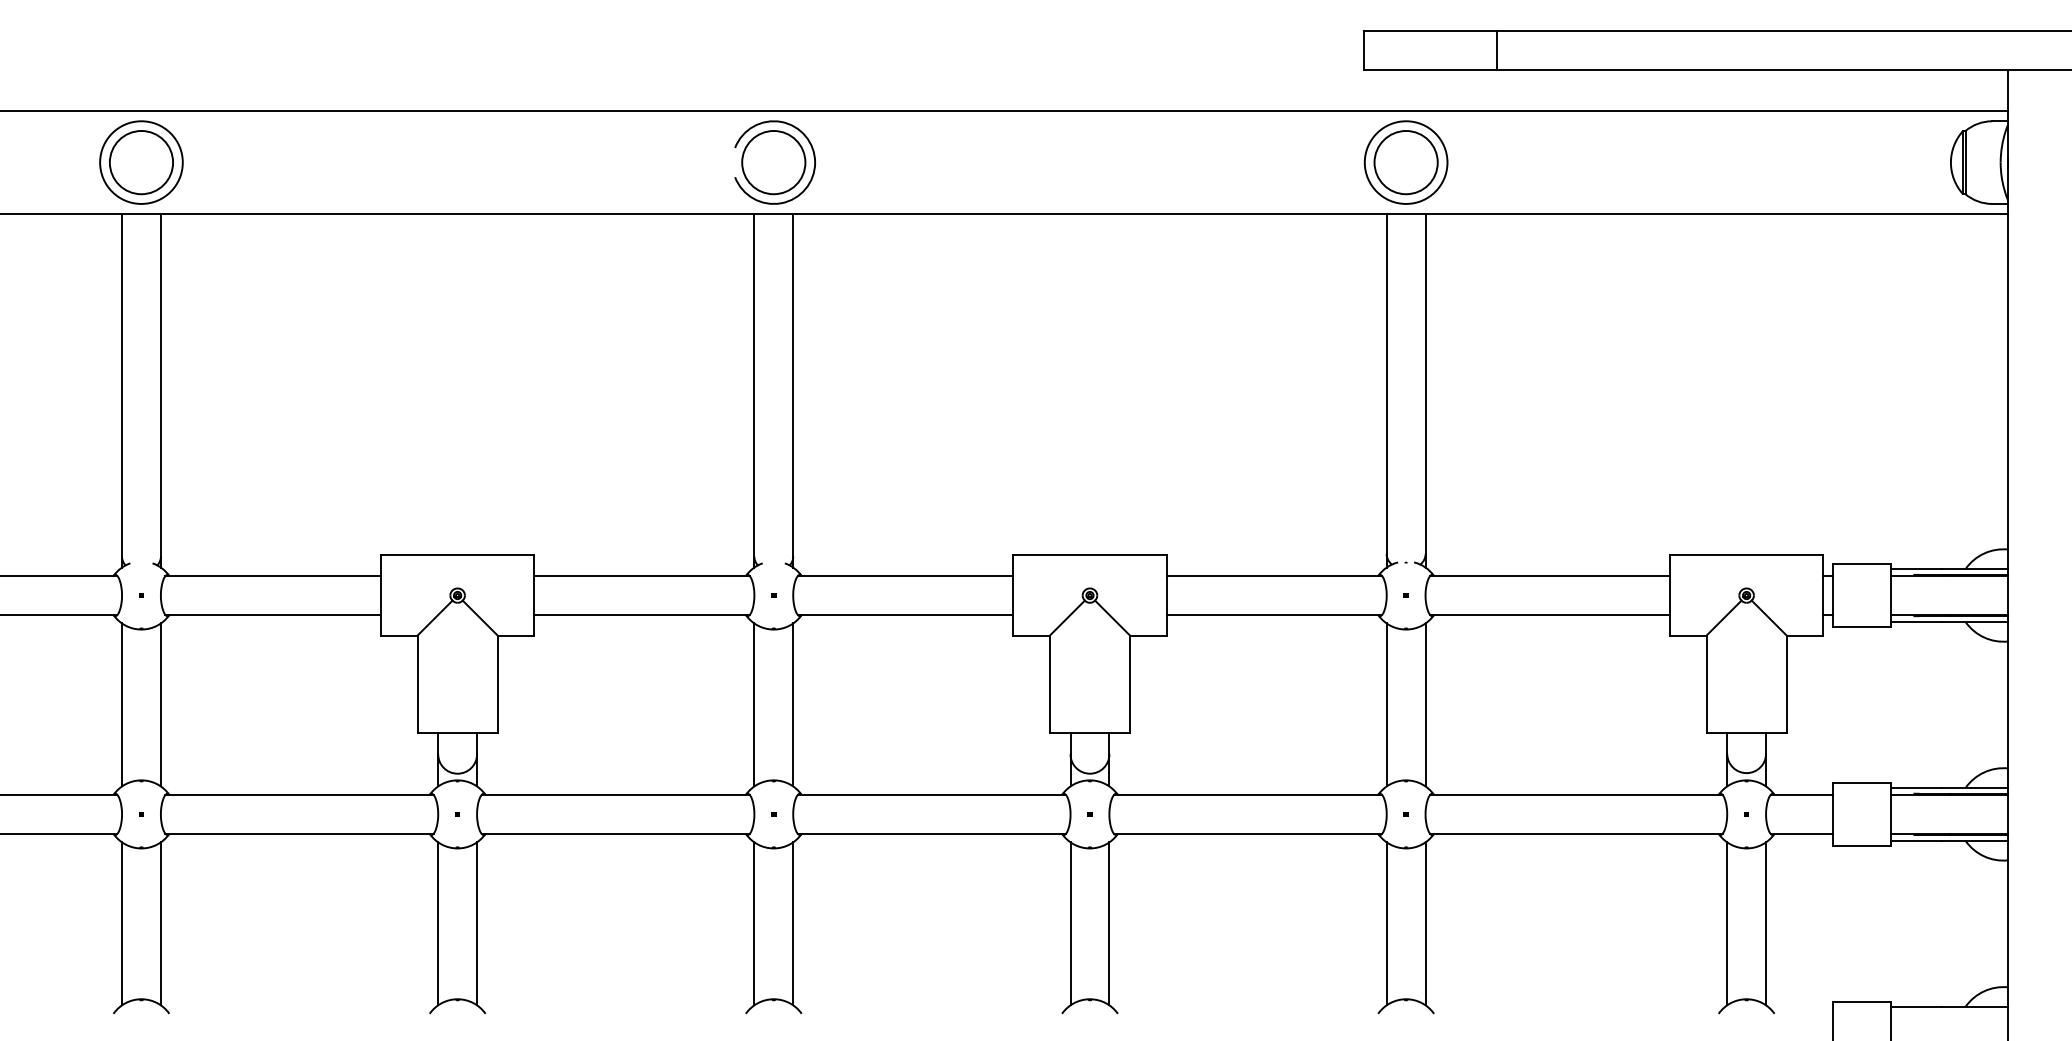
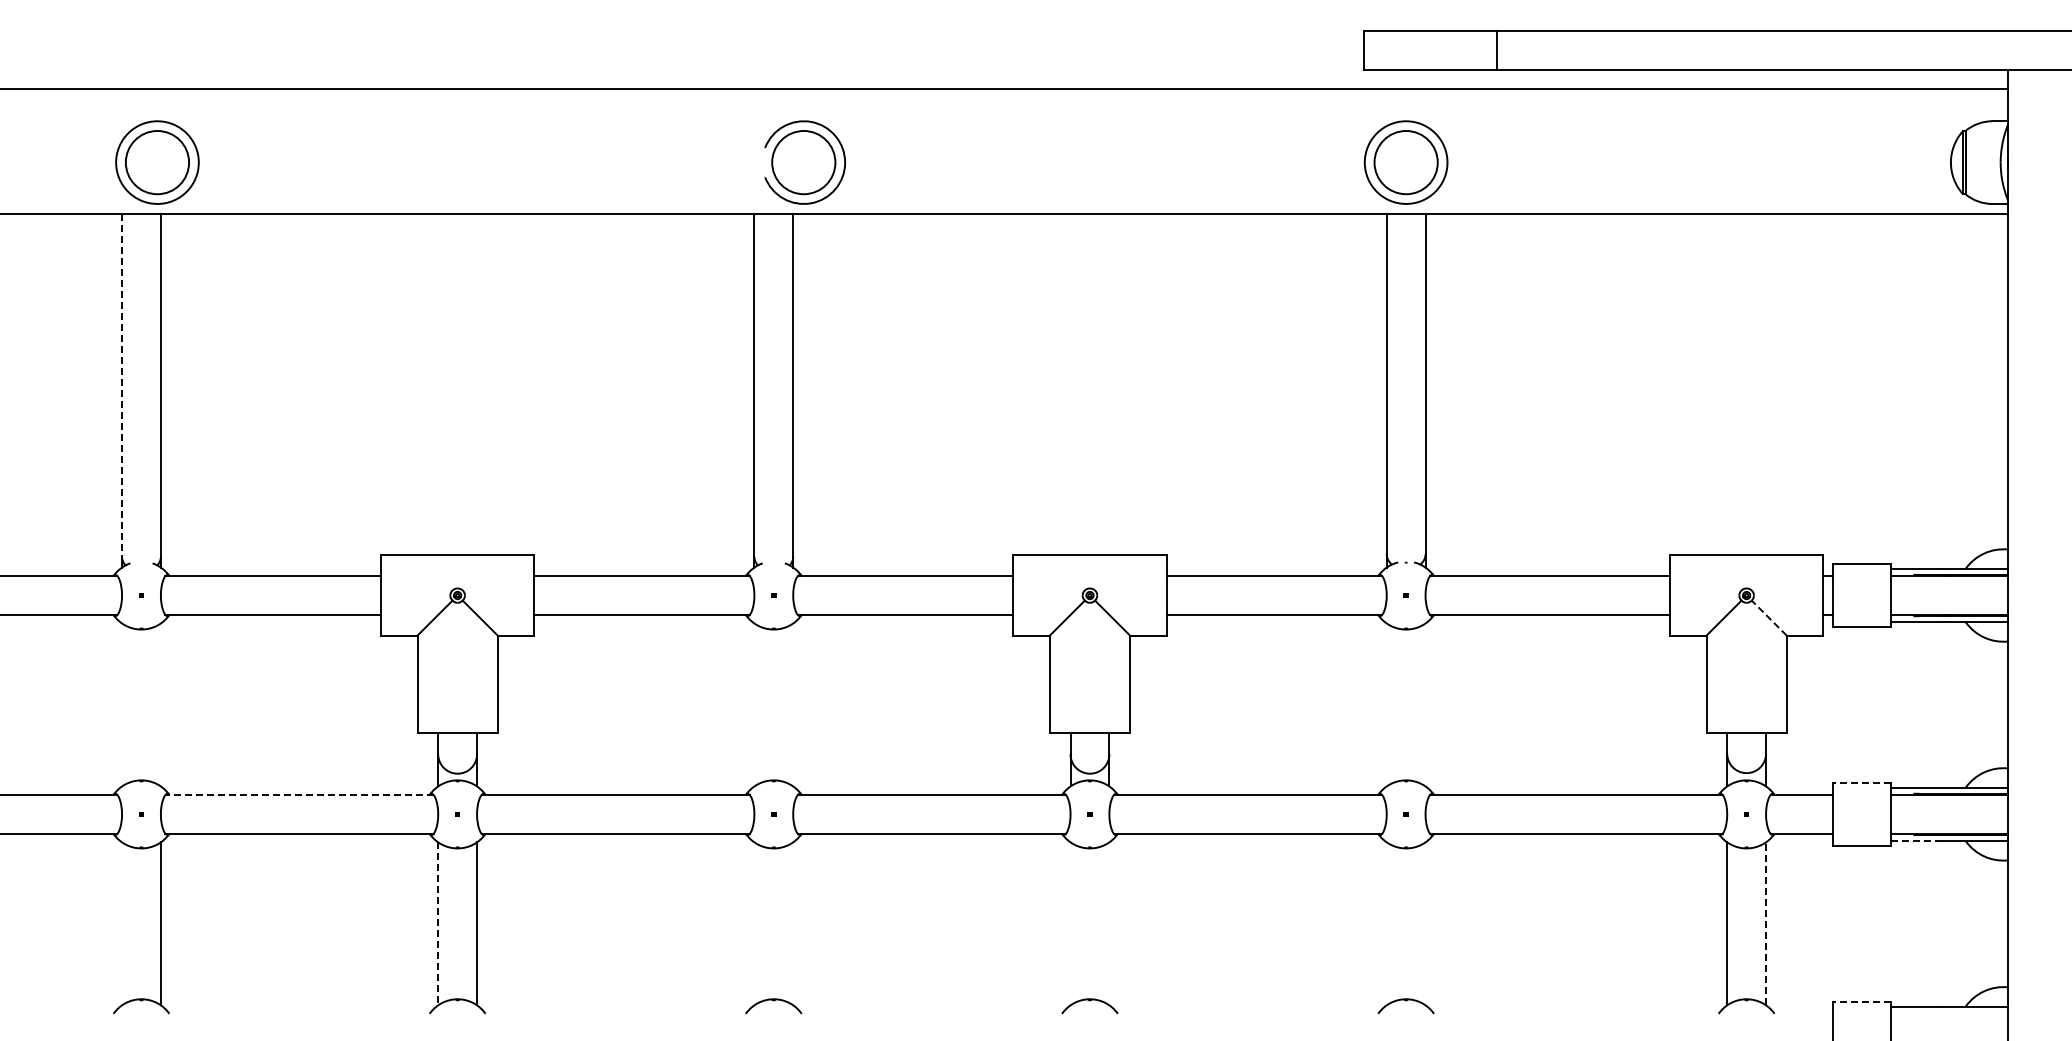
line at (1005, 111) position: (1005, 111) -> (1005, 89)
part at (141, 162) position: (141, 162) -> (157, 162)
part at (774, 162) position: (774, 162) -> (804, 162)
line at (122, 385): solid -> dashed
line at (1769, 618): solid -> dashed
line at (122, 704): present -> none
line at (160, 704): present -> none
line at (754, 704): present -> none
line at (793, 704): present -> none
line at (1386, 704): present -> none
line at (1425, 704): present -> none
line at (1861, 782): solid -> dashed
line at (299, 794): solid -> dashed
line at (1916, 841): solid -> dashed
line at (122, 923): present -> none
line at (438, 923): solid -> dashed
line at (754, 923): present -> none
line at (793, 923): present -> none
line at (1070, 923): present -> none
line at (1109, 923): present -> none
line at (1386, 923): present -> none
line at (1425, 923): present -> none
line at (1766, 923): solid -> dashed
line at (1861, 1001): solid -> dashed
